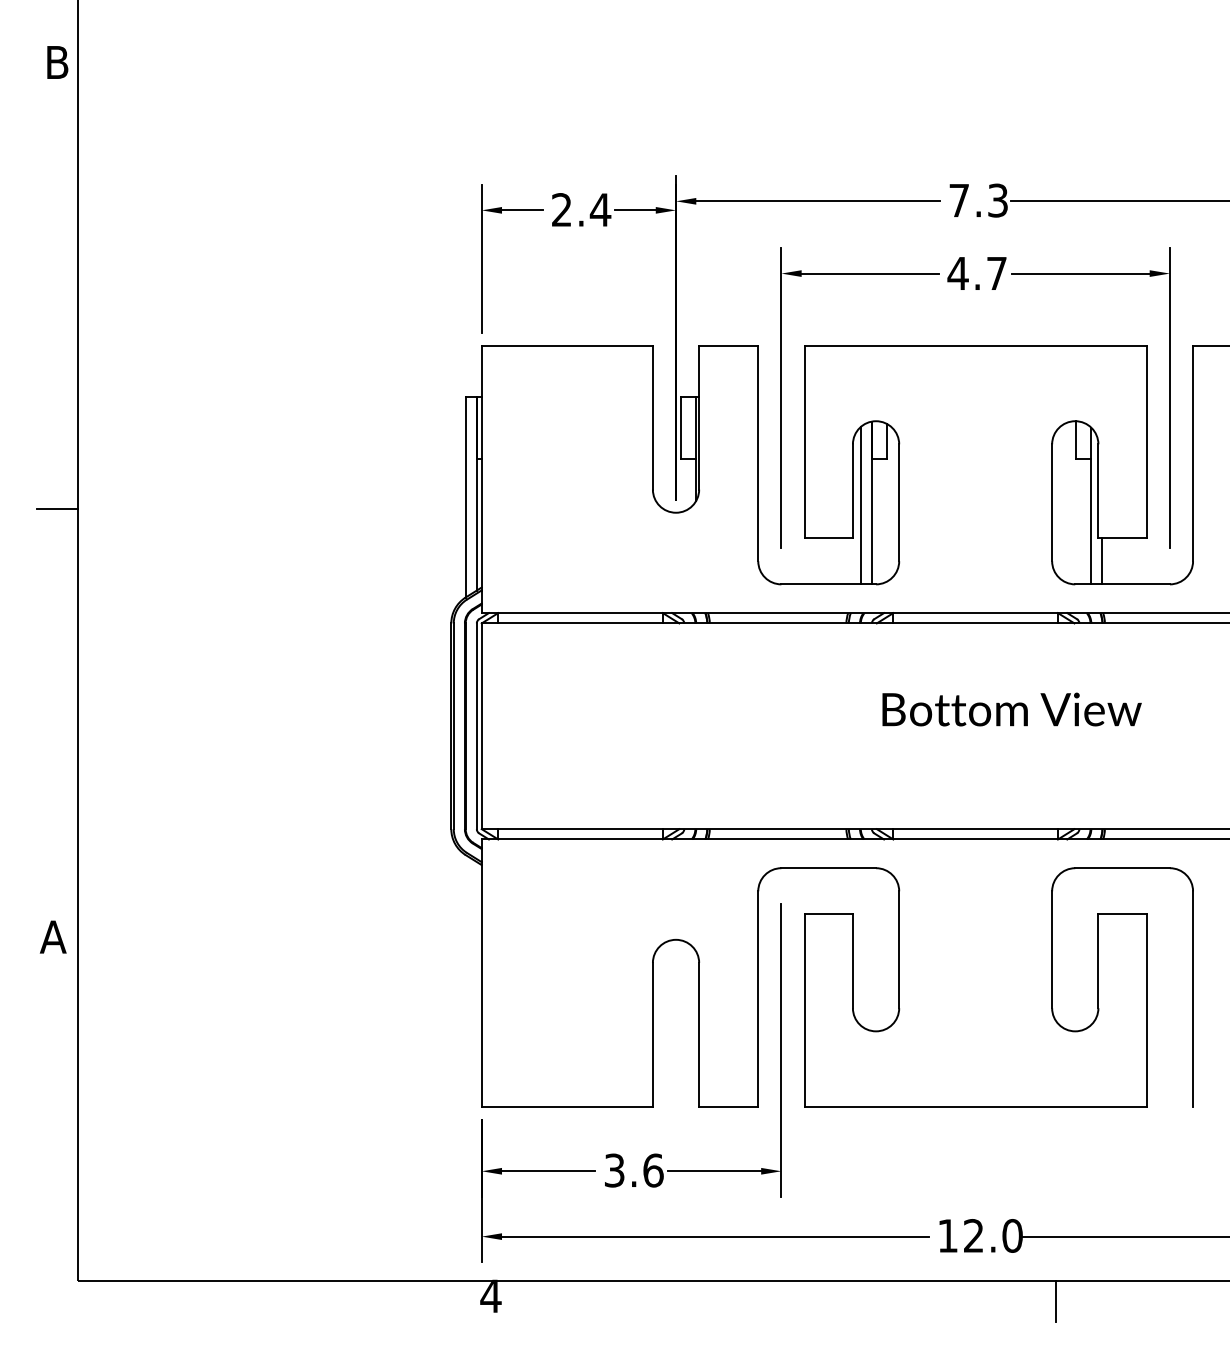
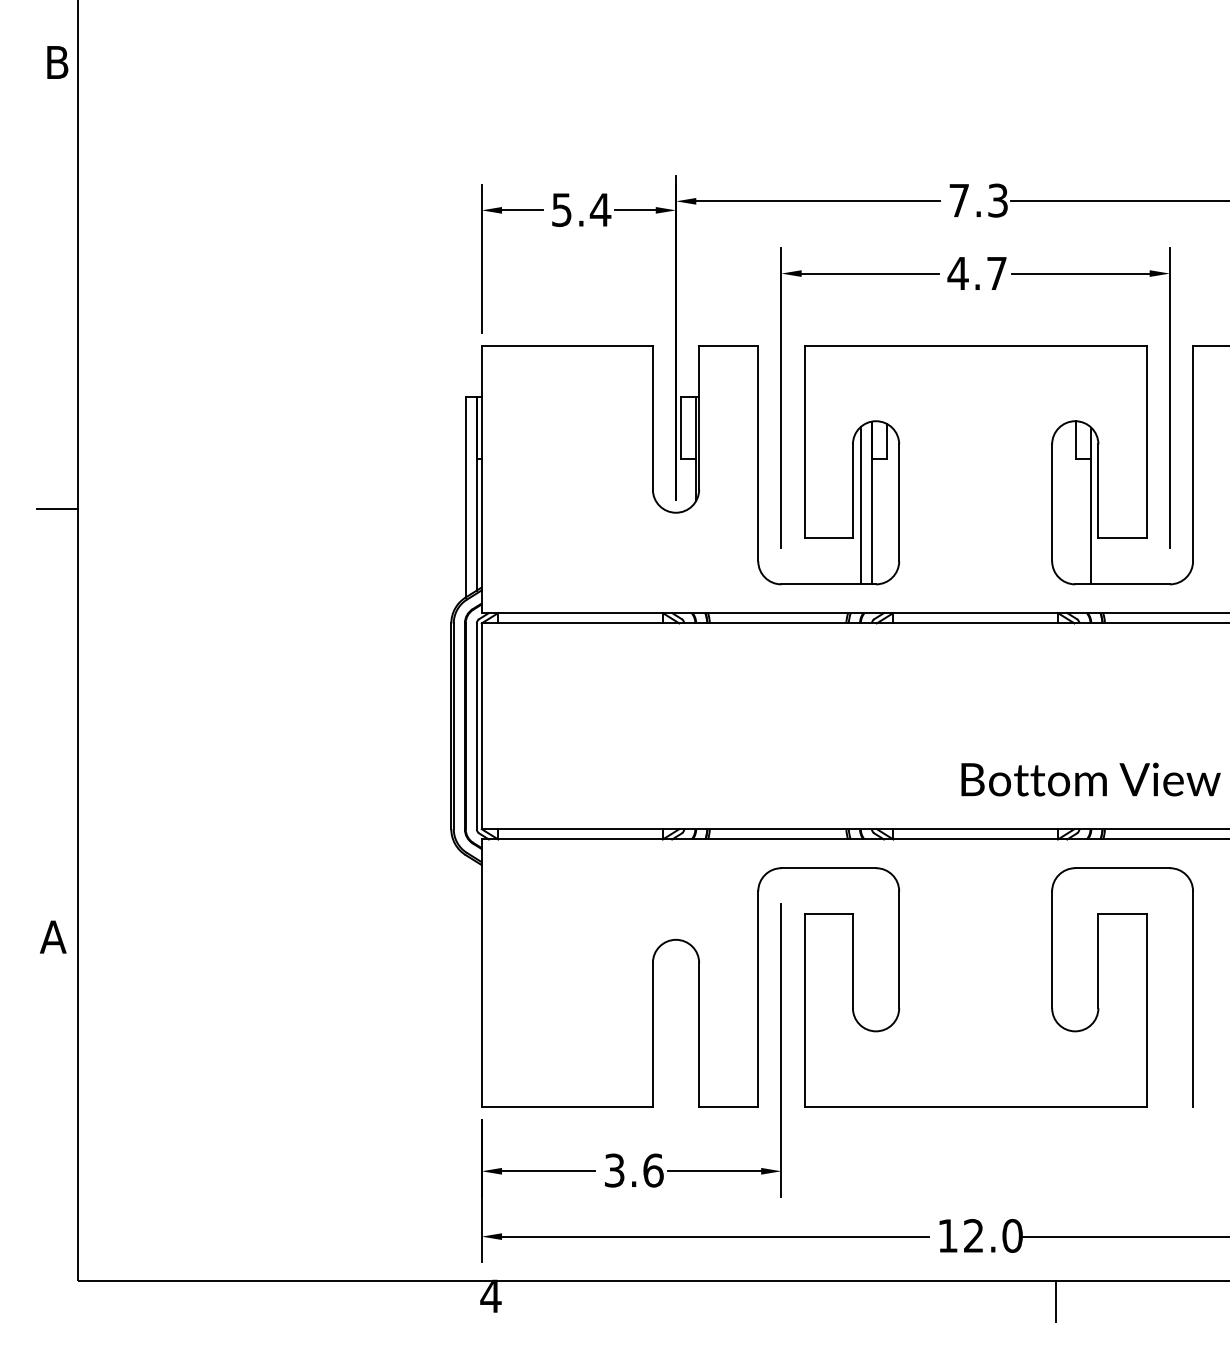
text at (561, 209): 2.4 -> 5.4
line at (1102, 561): present -> none
text at (1011, 709) position: (1011, 709) -> (1090, 779)
